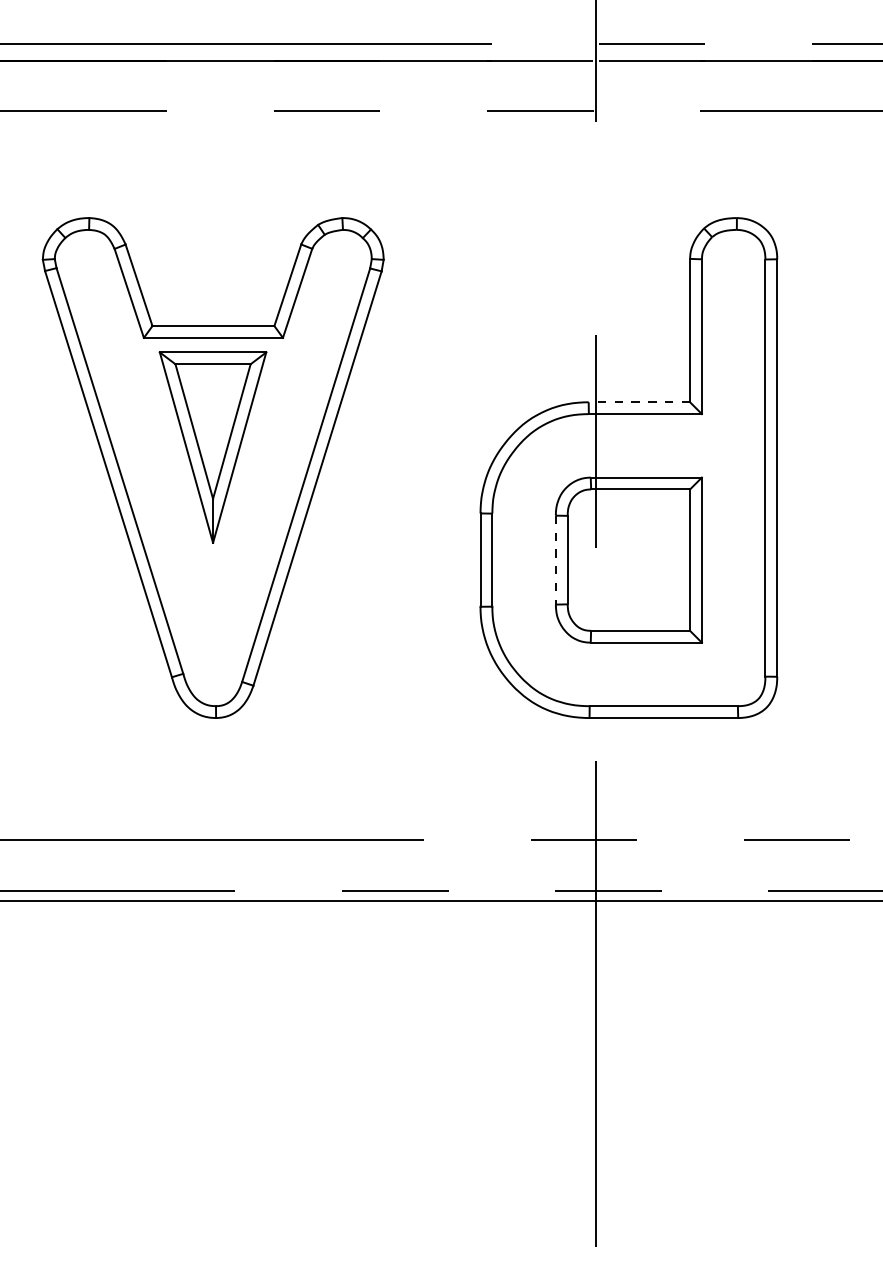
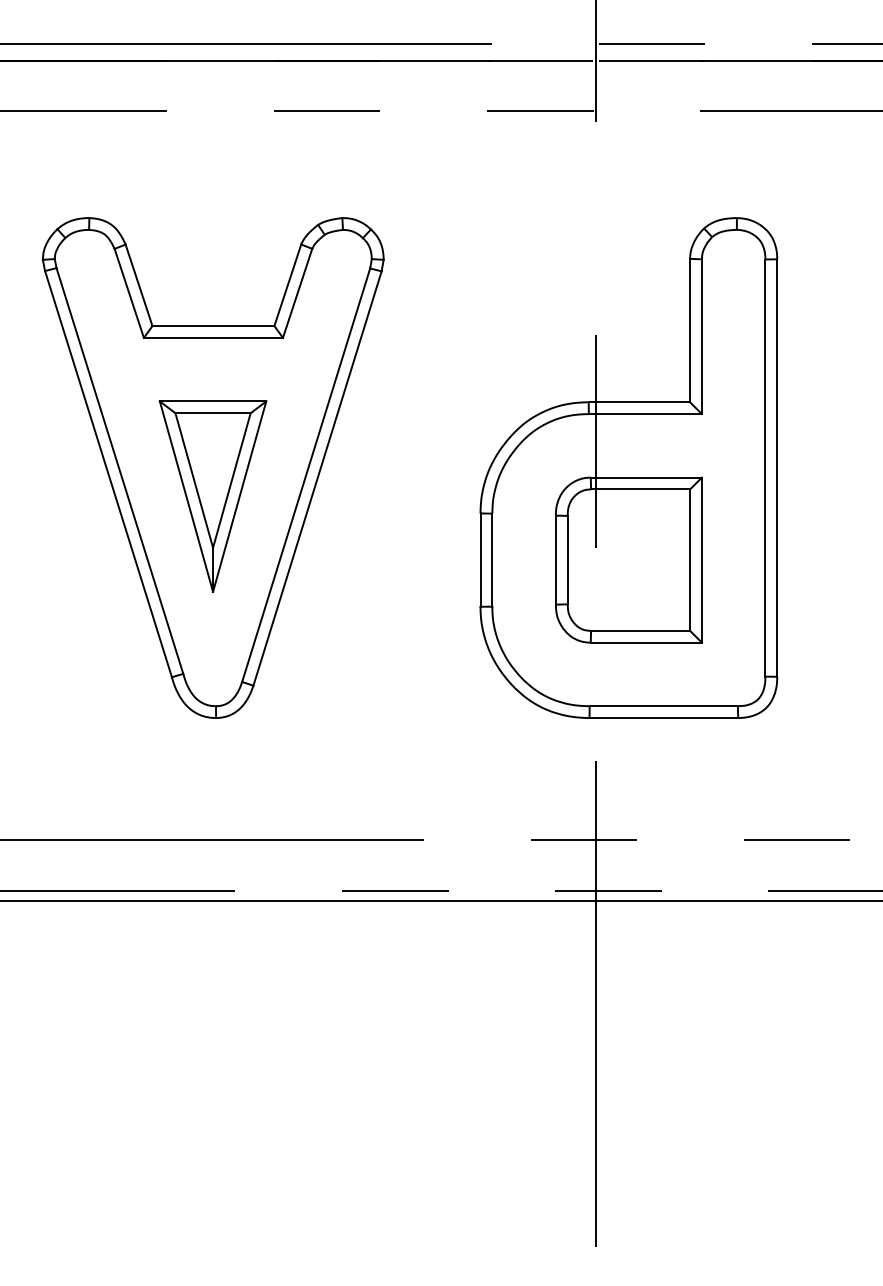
line at (639, 402): dashed -> solid
part at (212, 447) position: (212, 447) -> (212, 496)
line at (555, 560): dashed -> solid
